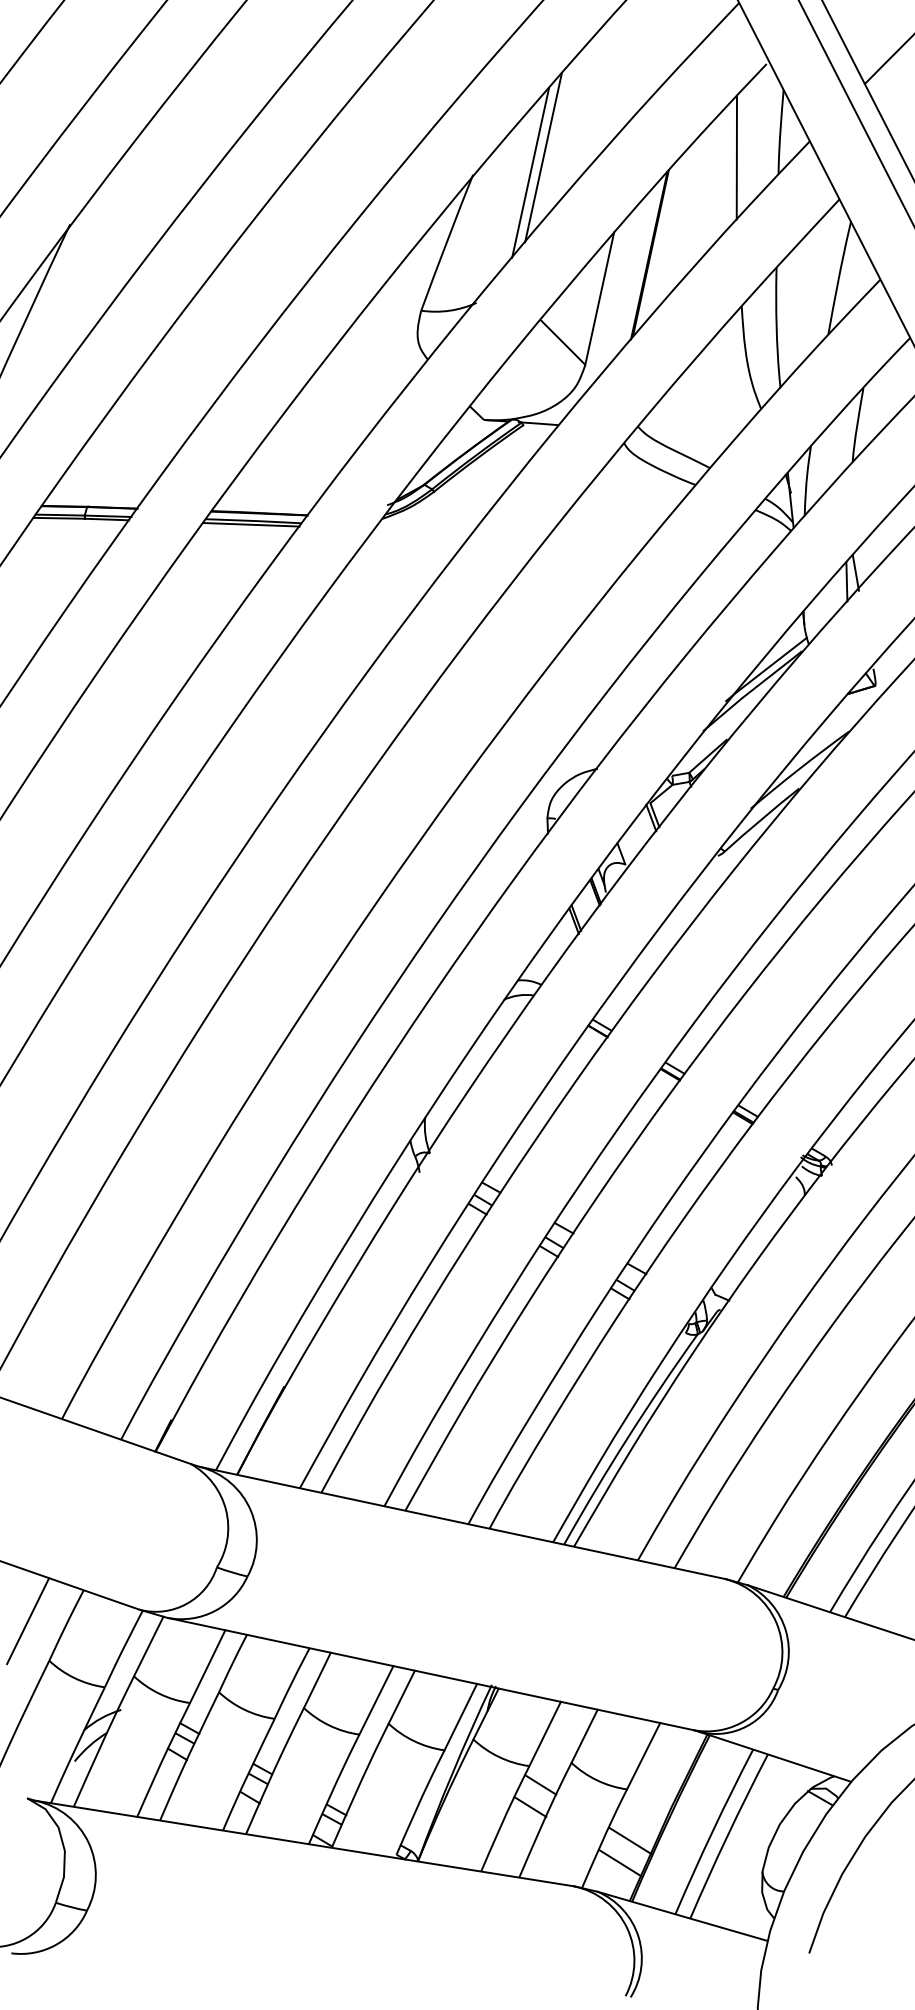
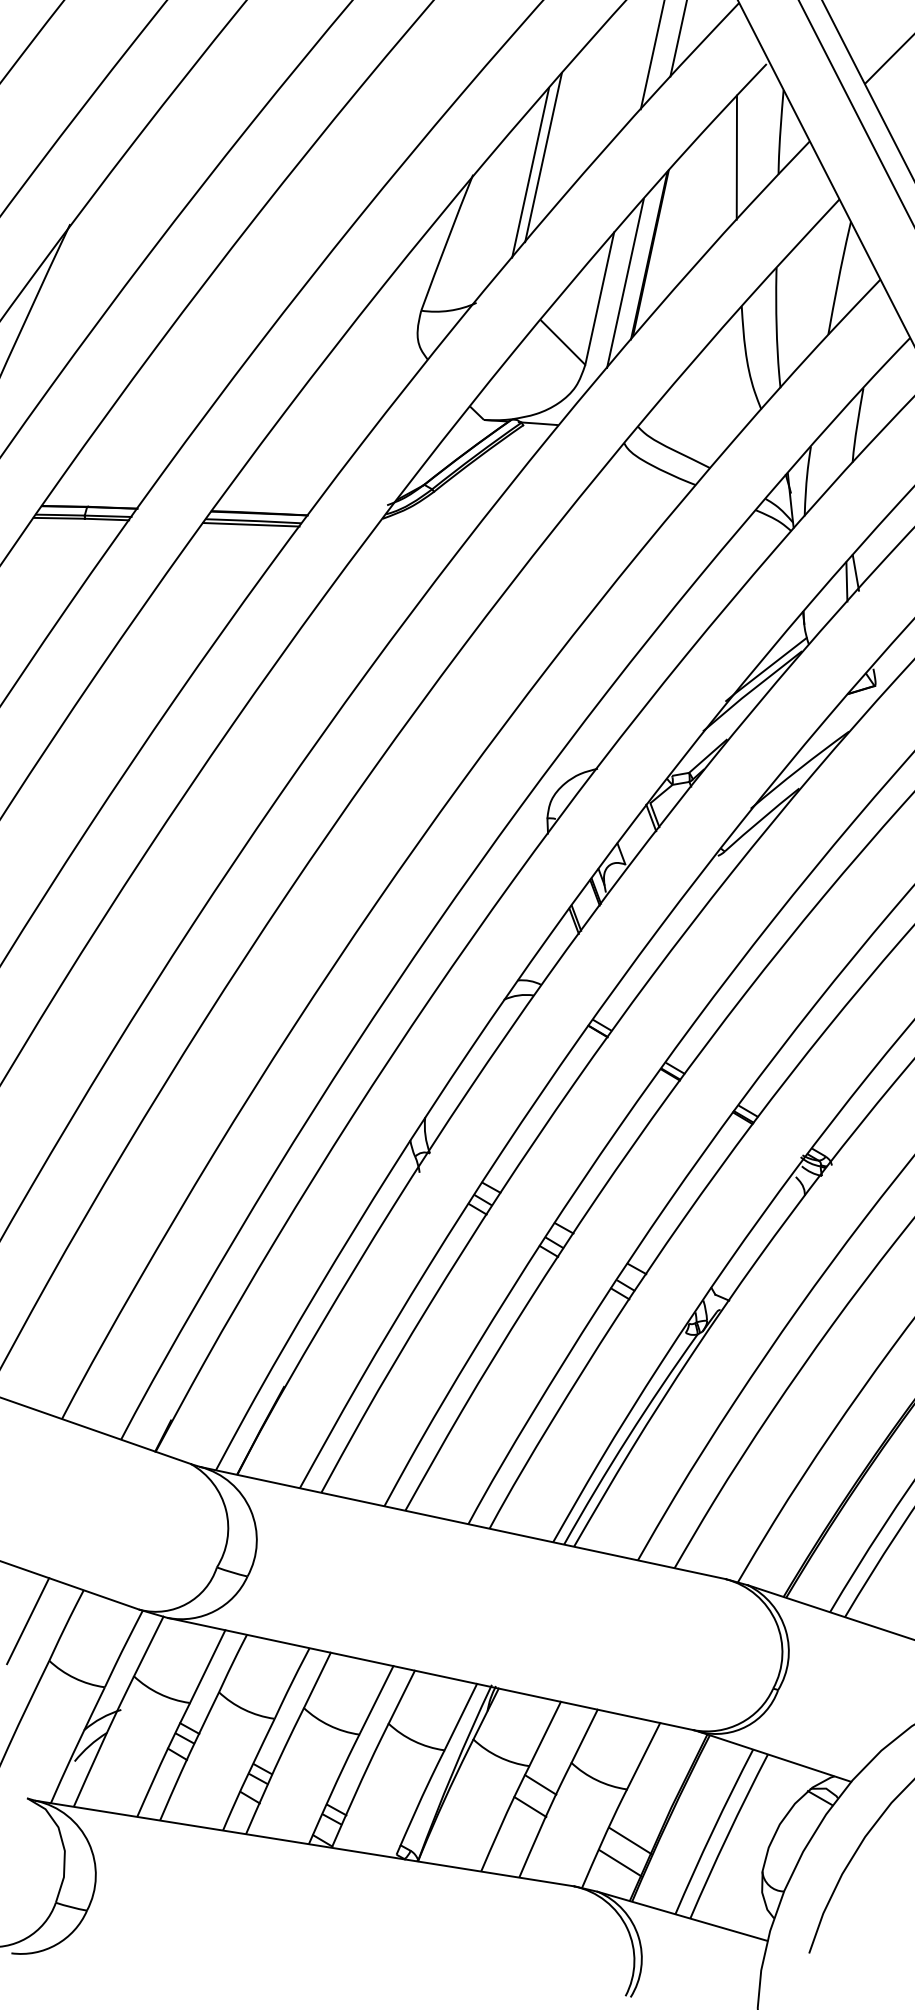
line at (678, 39): none -> present
line at (652, 55): none -> present
line at (625, 283): none -> present
